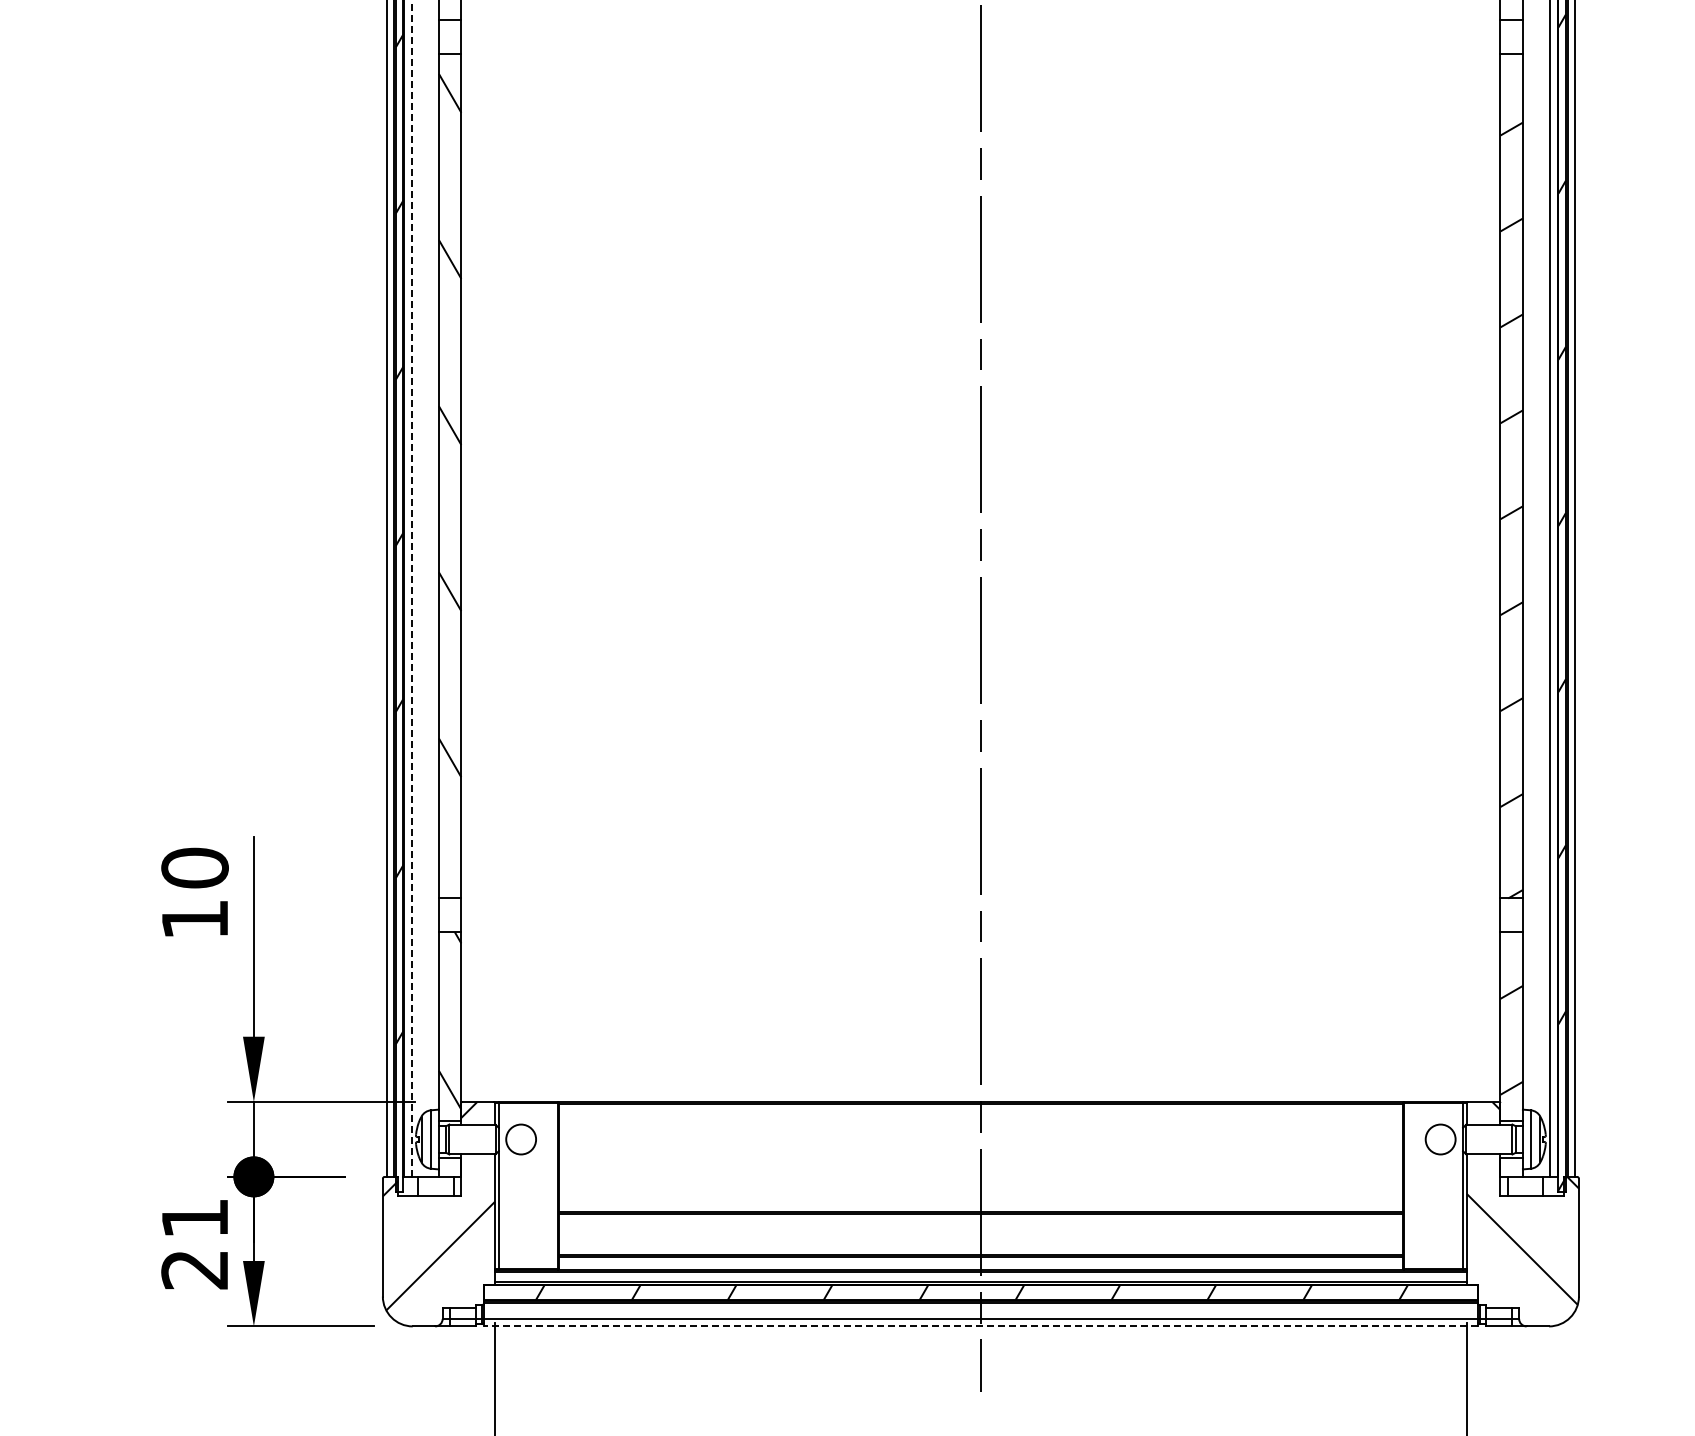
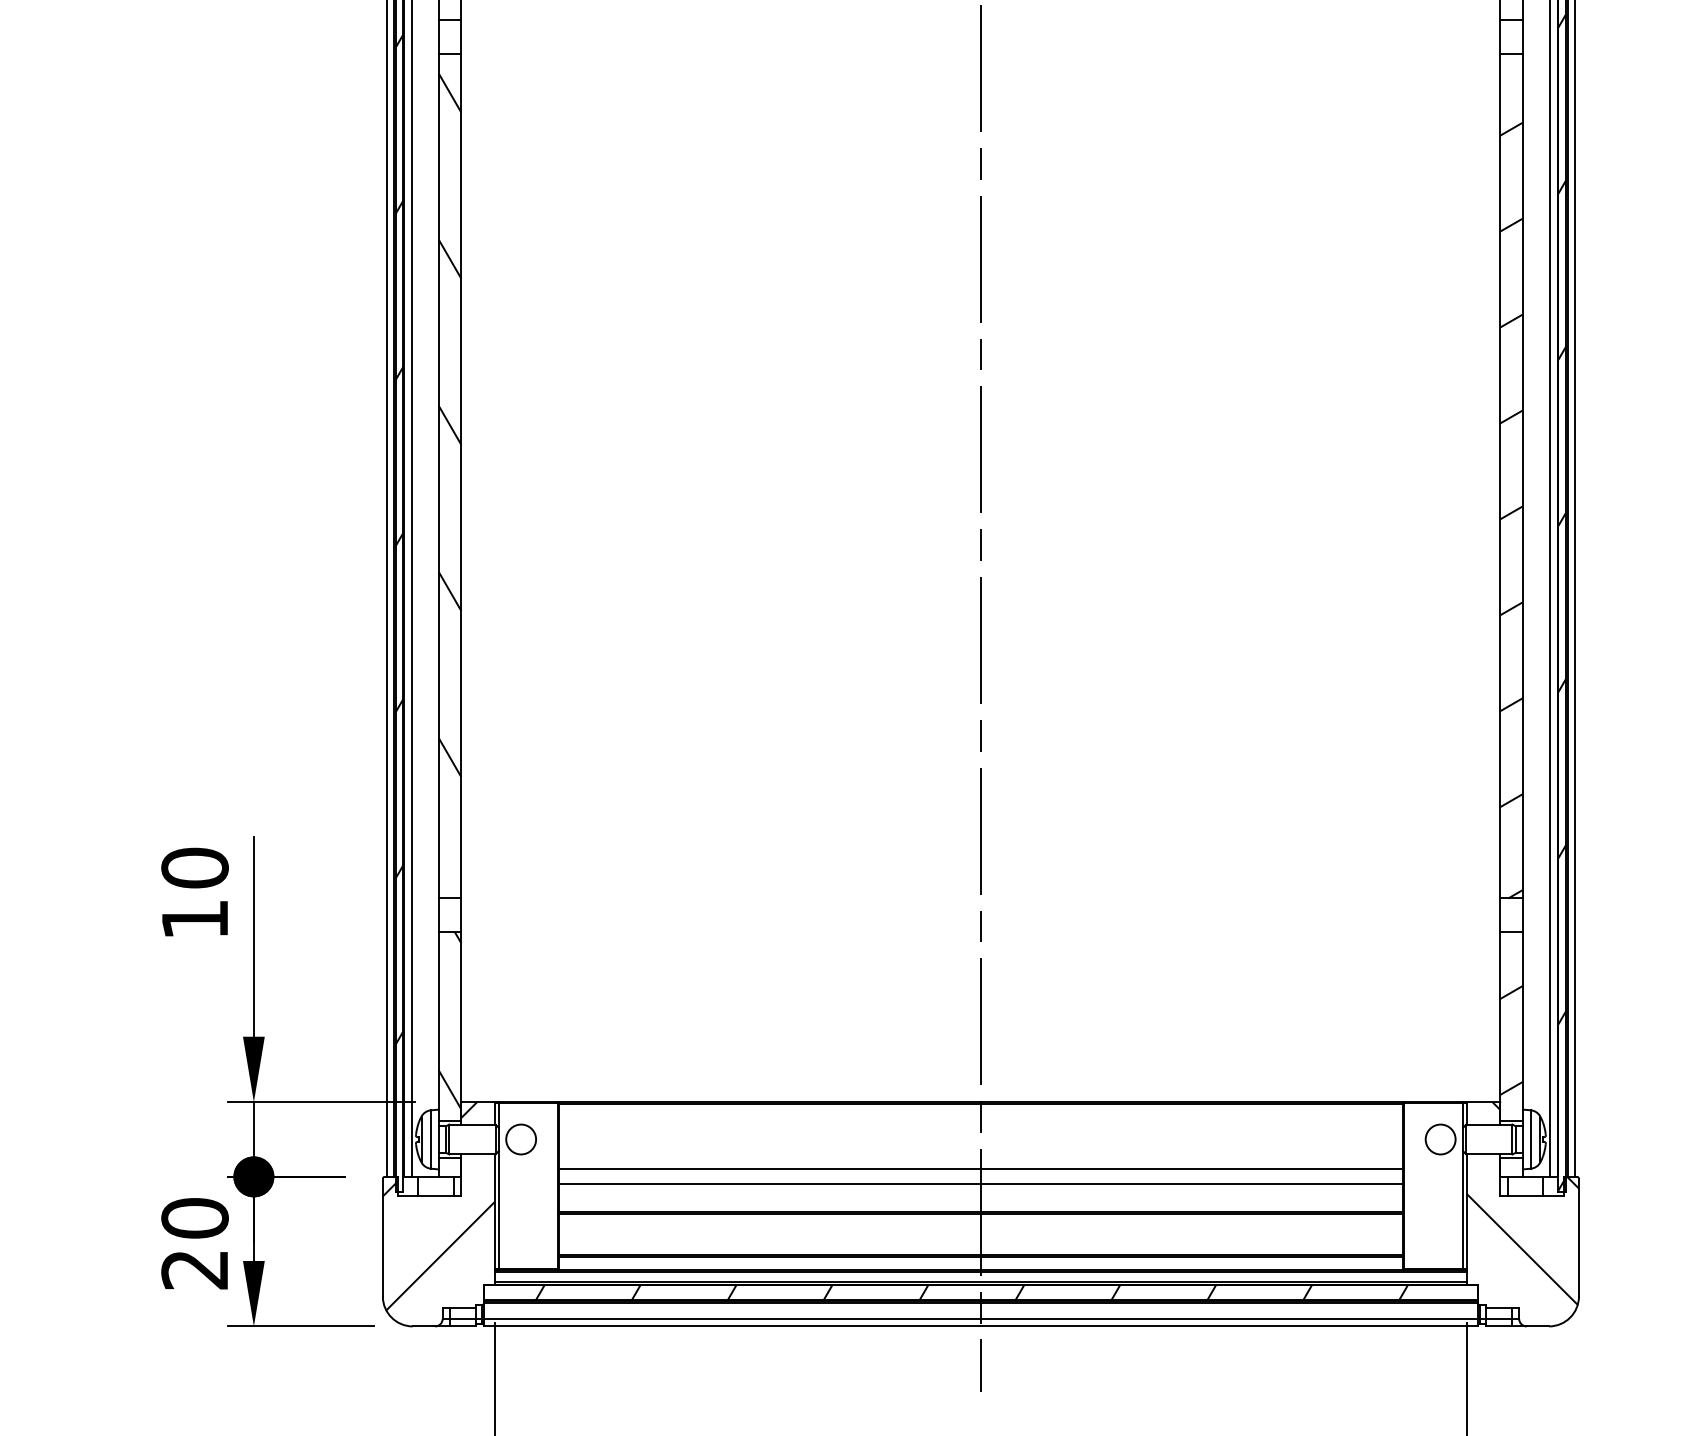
line at (411, 588): dashed -> solid
line at (980, 1169): none -> present
line at (980, 1184): none -> present
text at (194, 1218): 21 -> 20
line at (980, 1326): dashed -> solid
